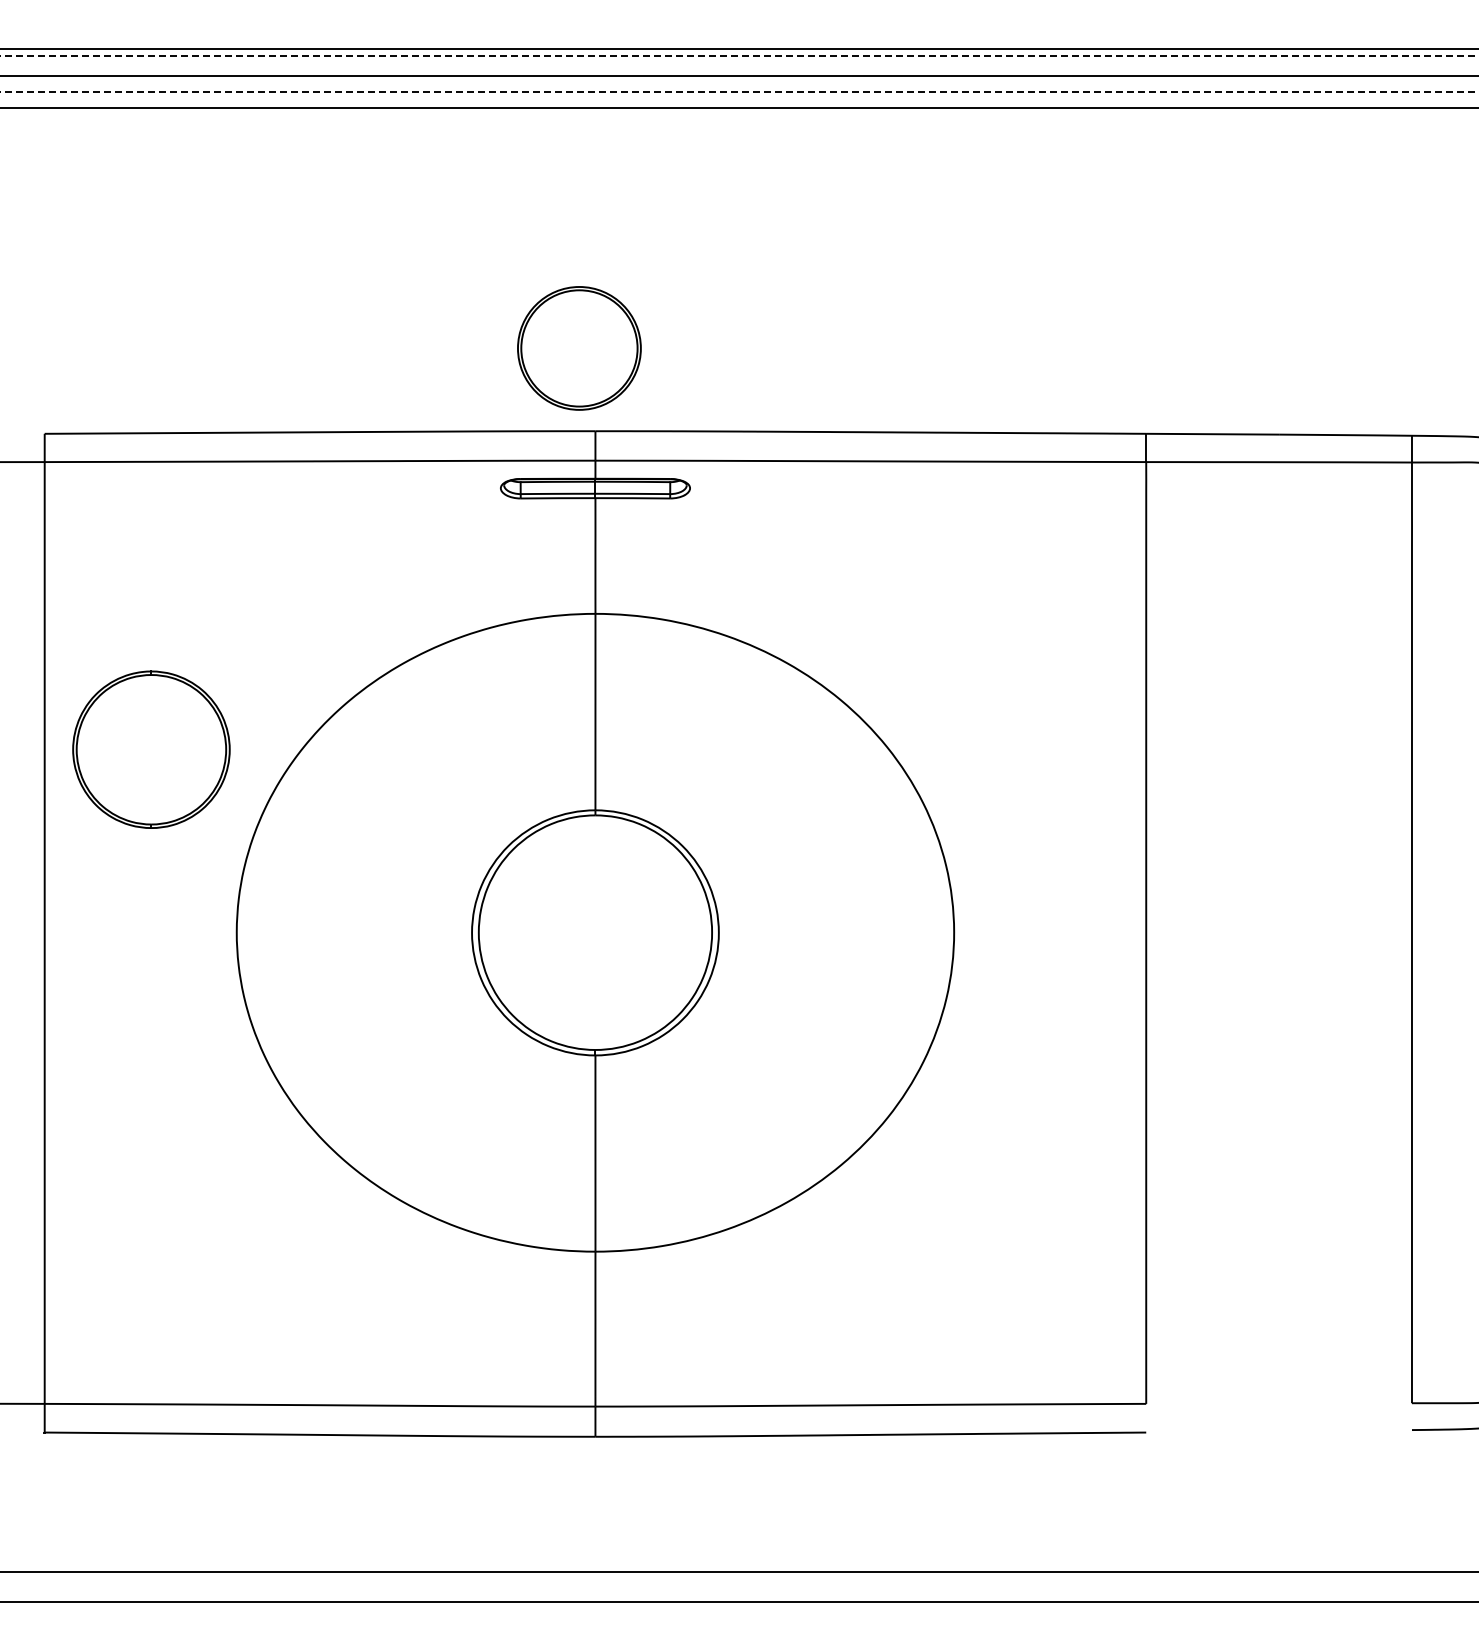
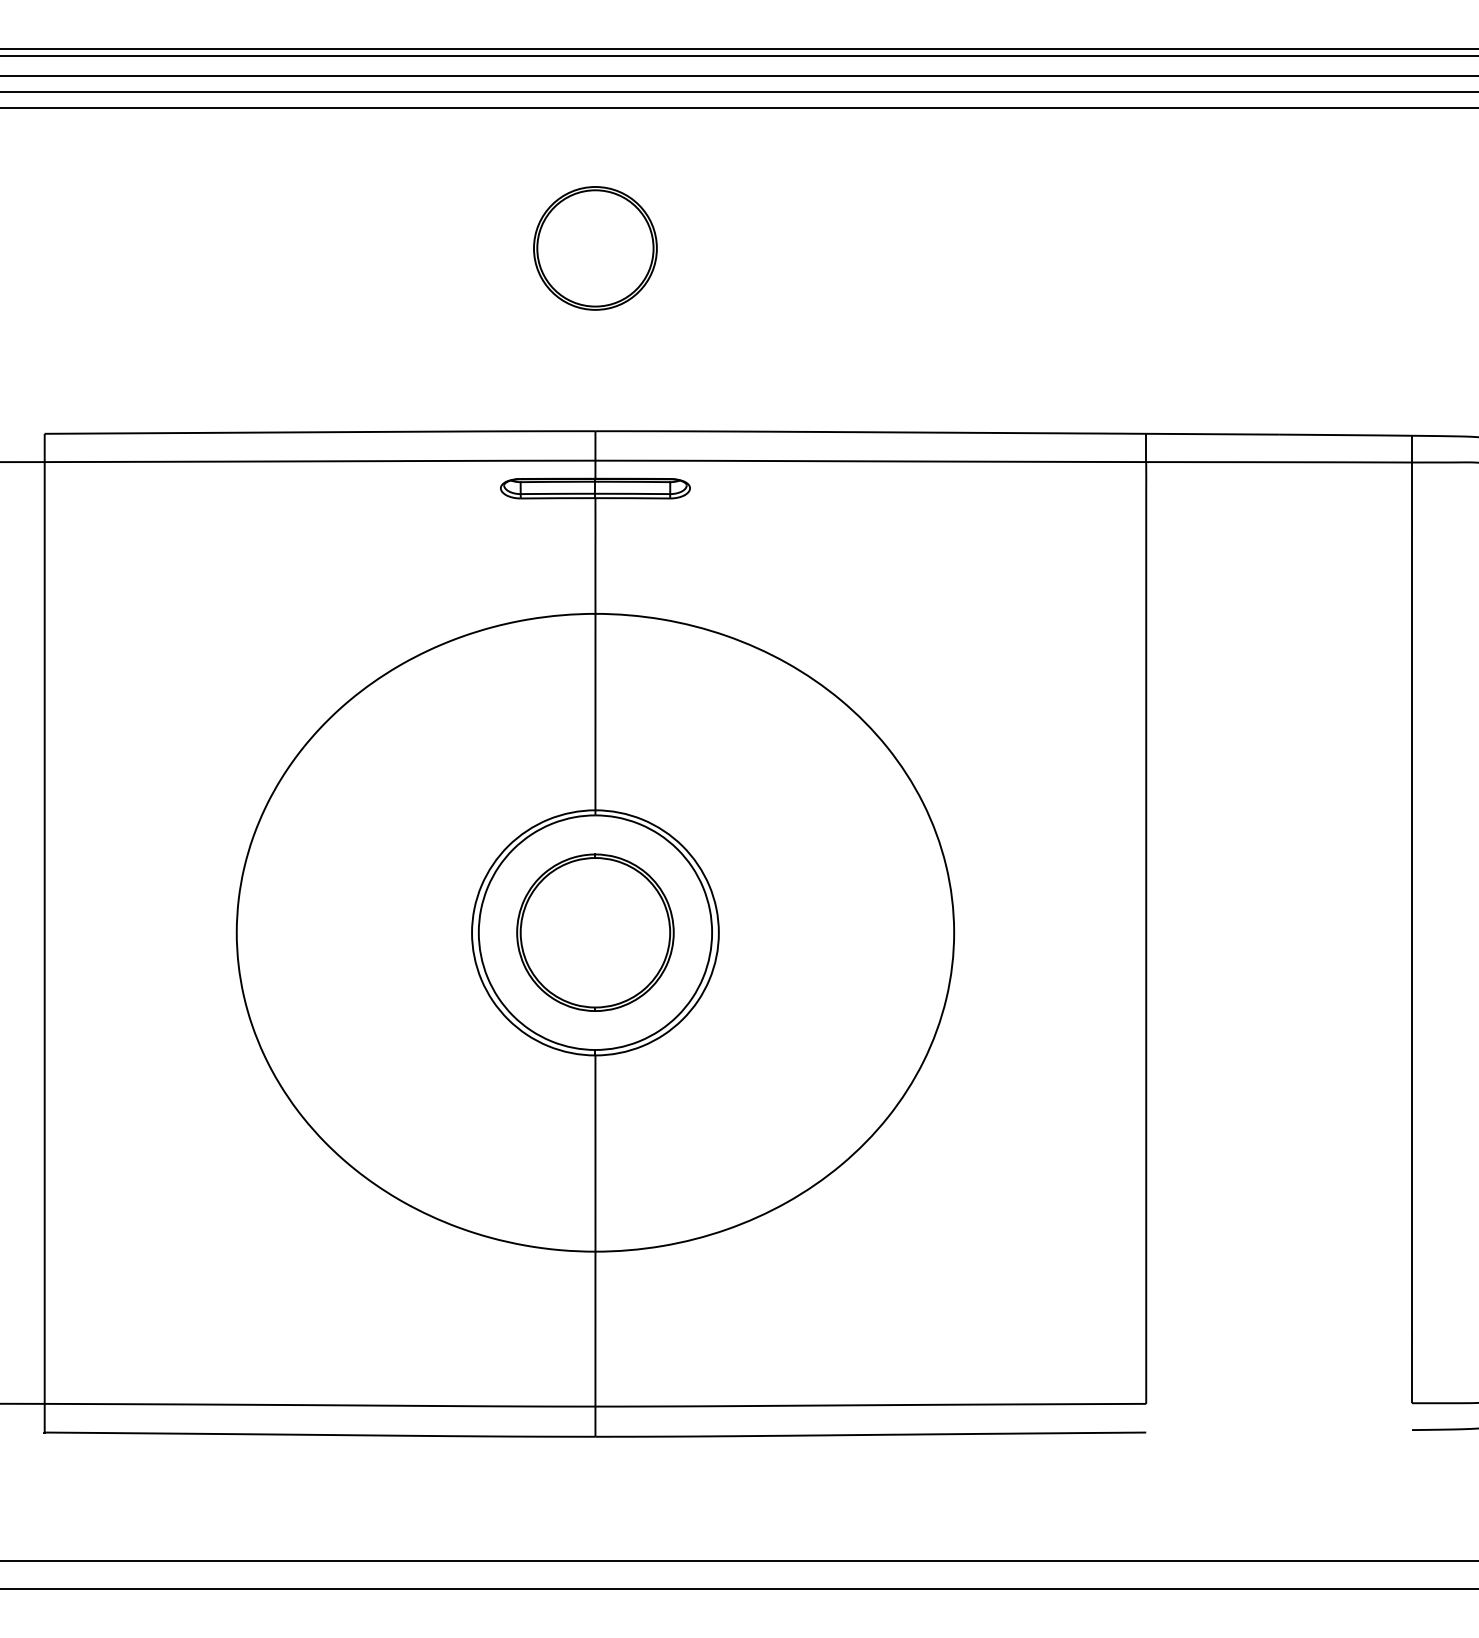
line at (739, 55): dashed -> solid
line at (739, 91): dashed -> solid
part at (579, 348) position: (579, 348) -> (595, 248)
part at (151, 749) position: (151, 749) -> (595, 932)
line at (738, 1571) position: (738, 1571) -> (738, 1560)
line at (738, 1601) position: (738, 1601) -> (738, 1588)
